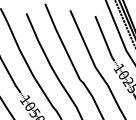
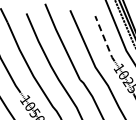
line at (104, 39): solid -> dashed
